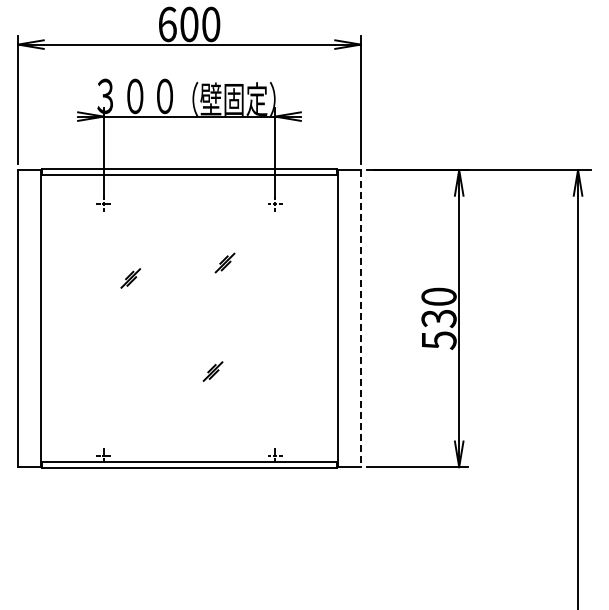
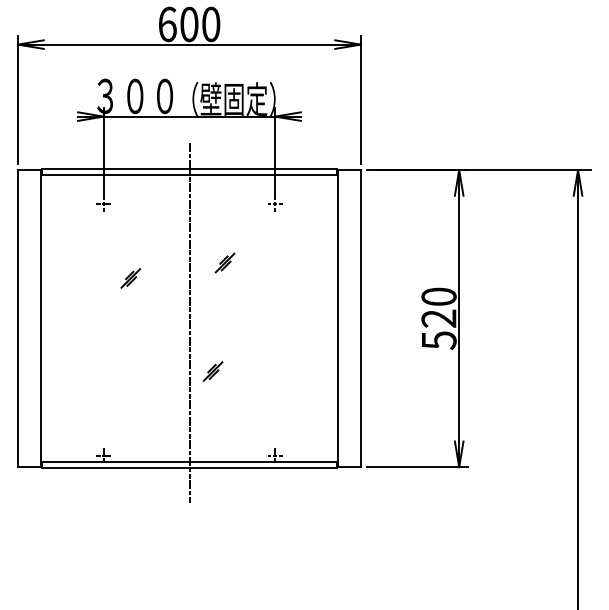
line at (360, 318): dashed -> solid
text at (438, 318): 530 -> 520
line at (189, 322): none -> present
